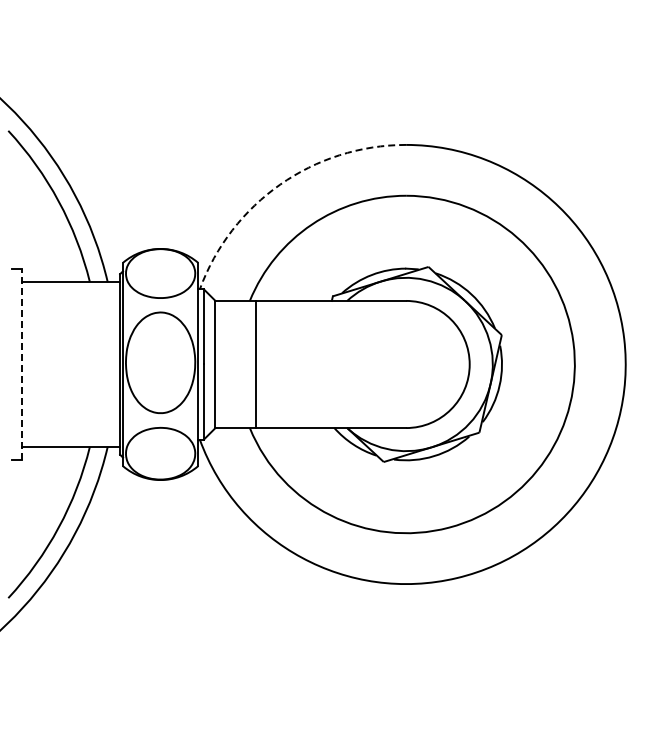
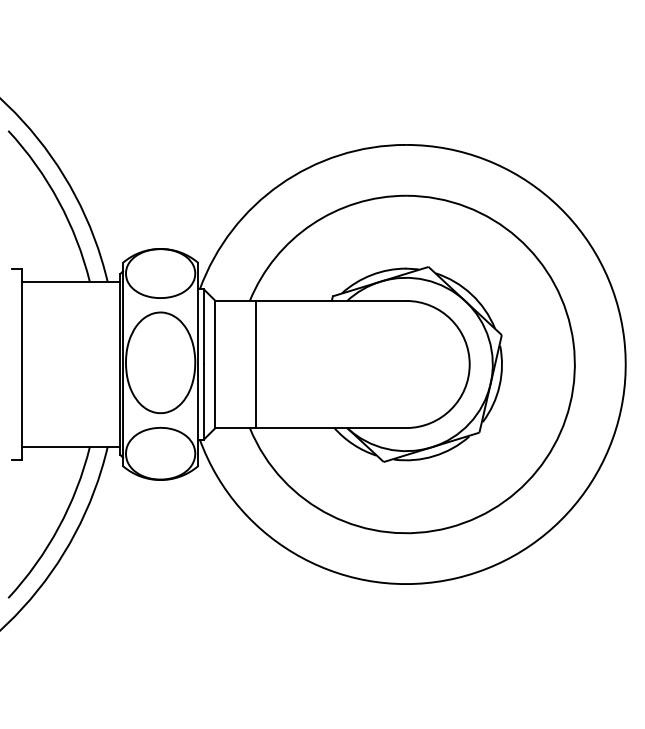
arc at (280, 184): dashed -> solid
line at (21, 364): dashed -> solid
